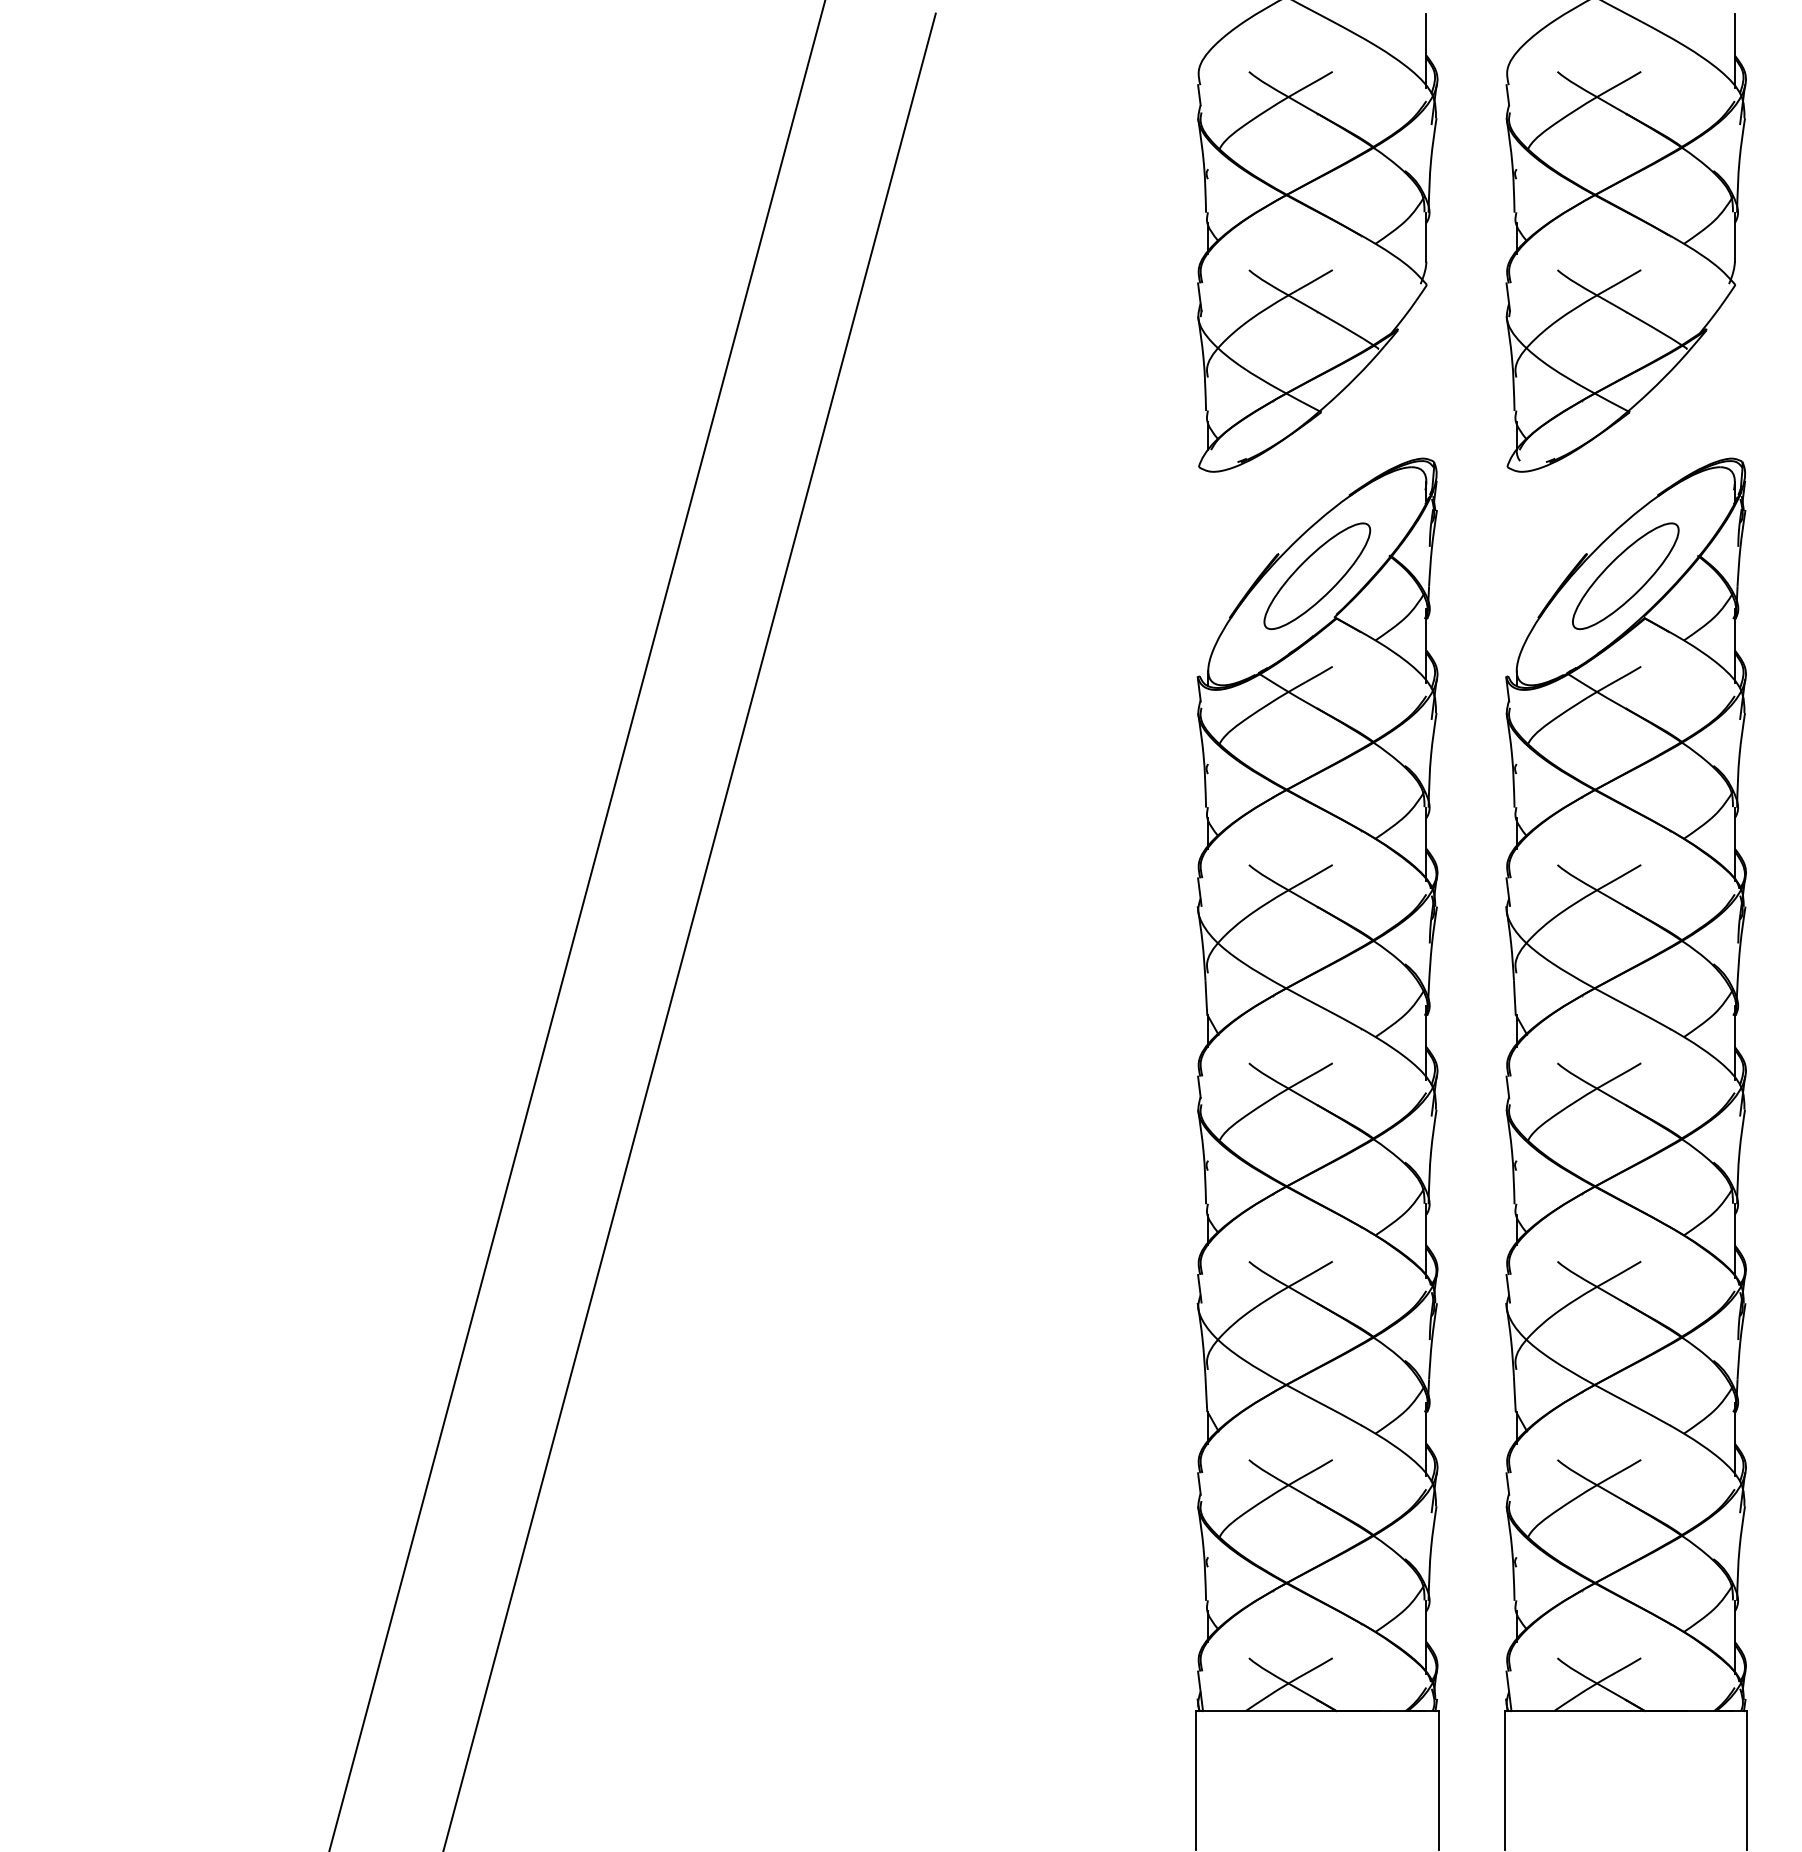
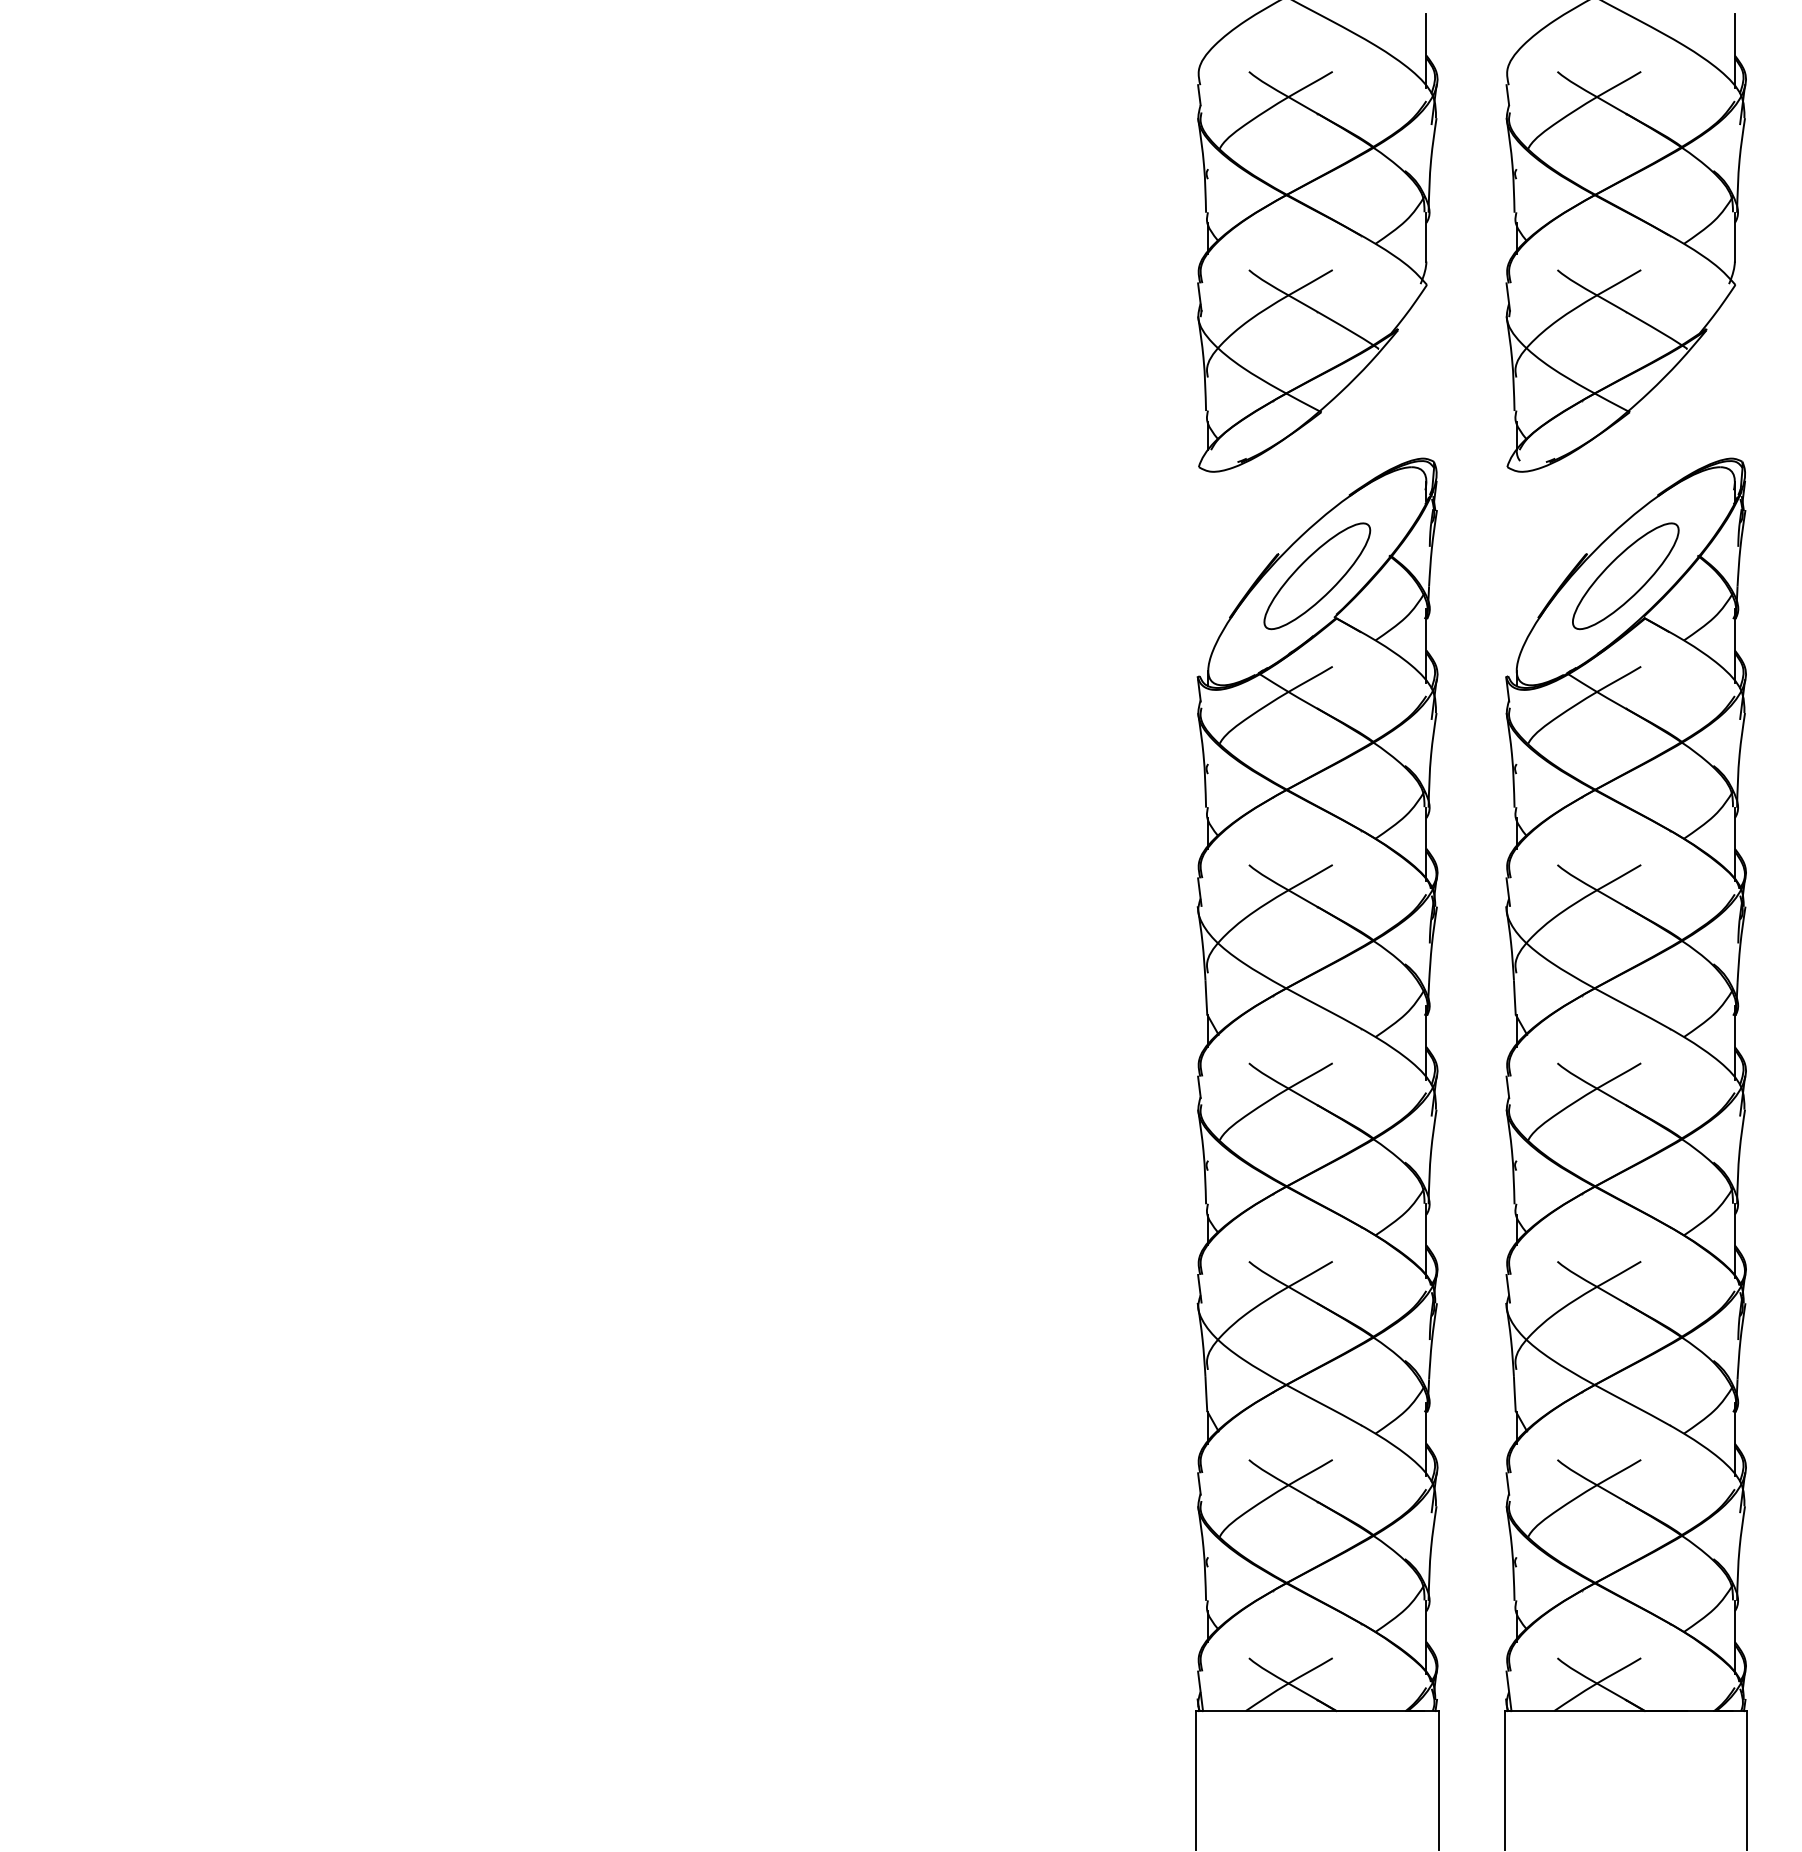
line at (577, 925): present -> none
line at (689, 930): present -> none
